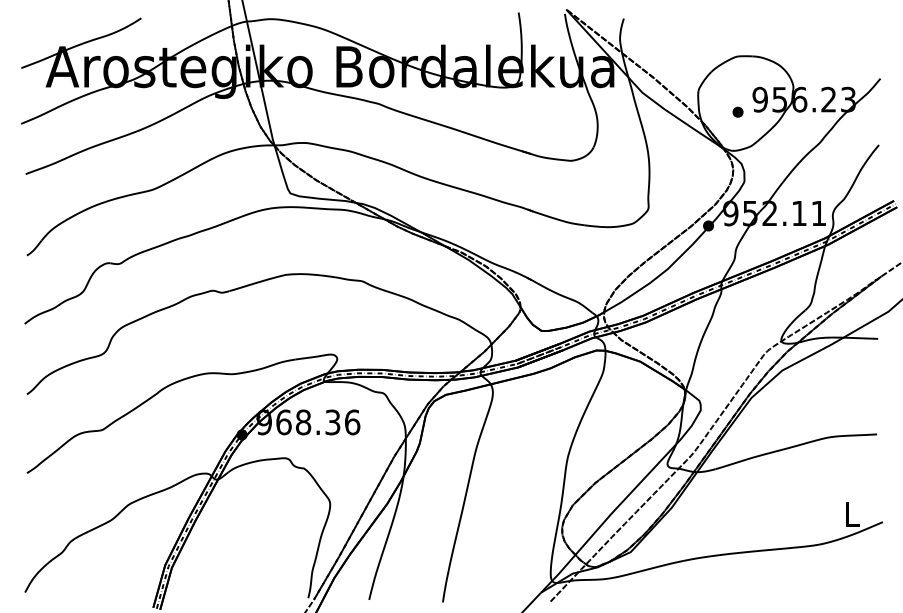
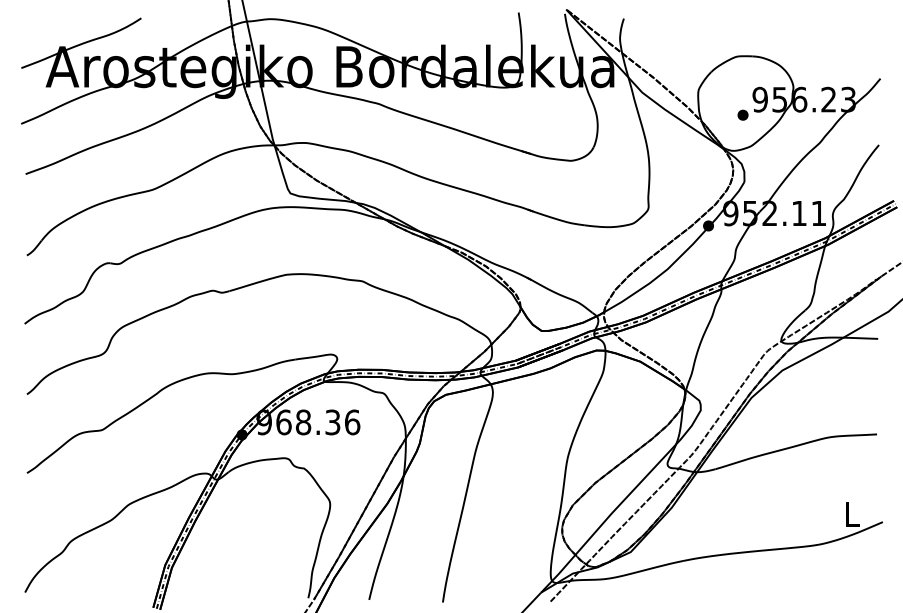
part at (737, 111) position: (737, 111) -> (742, 114)
